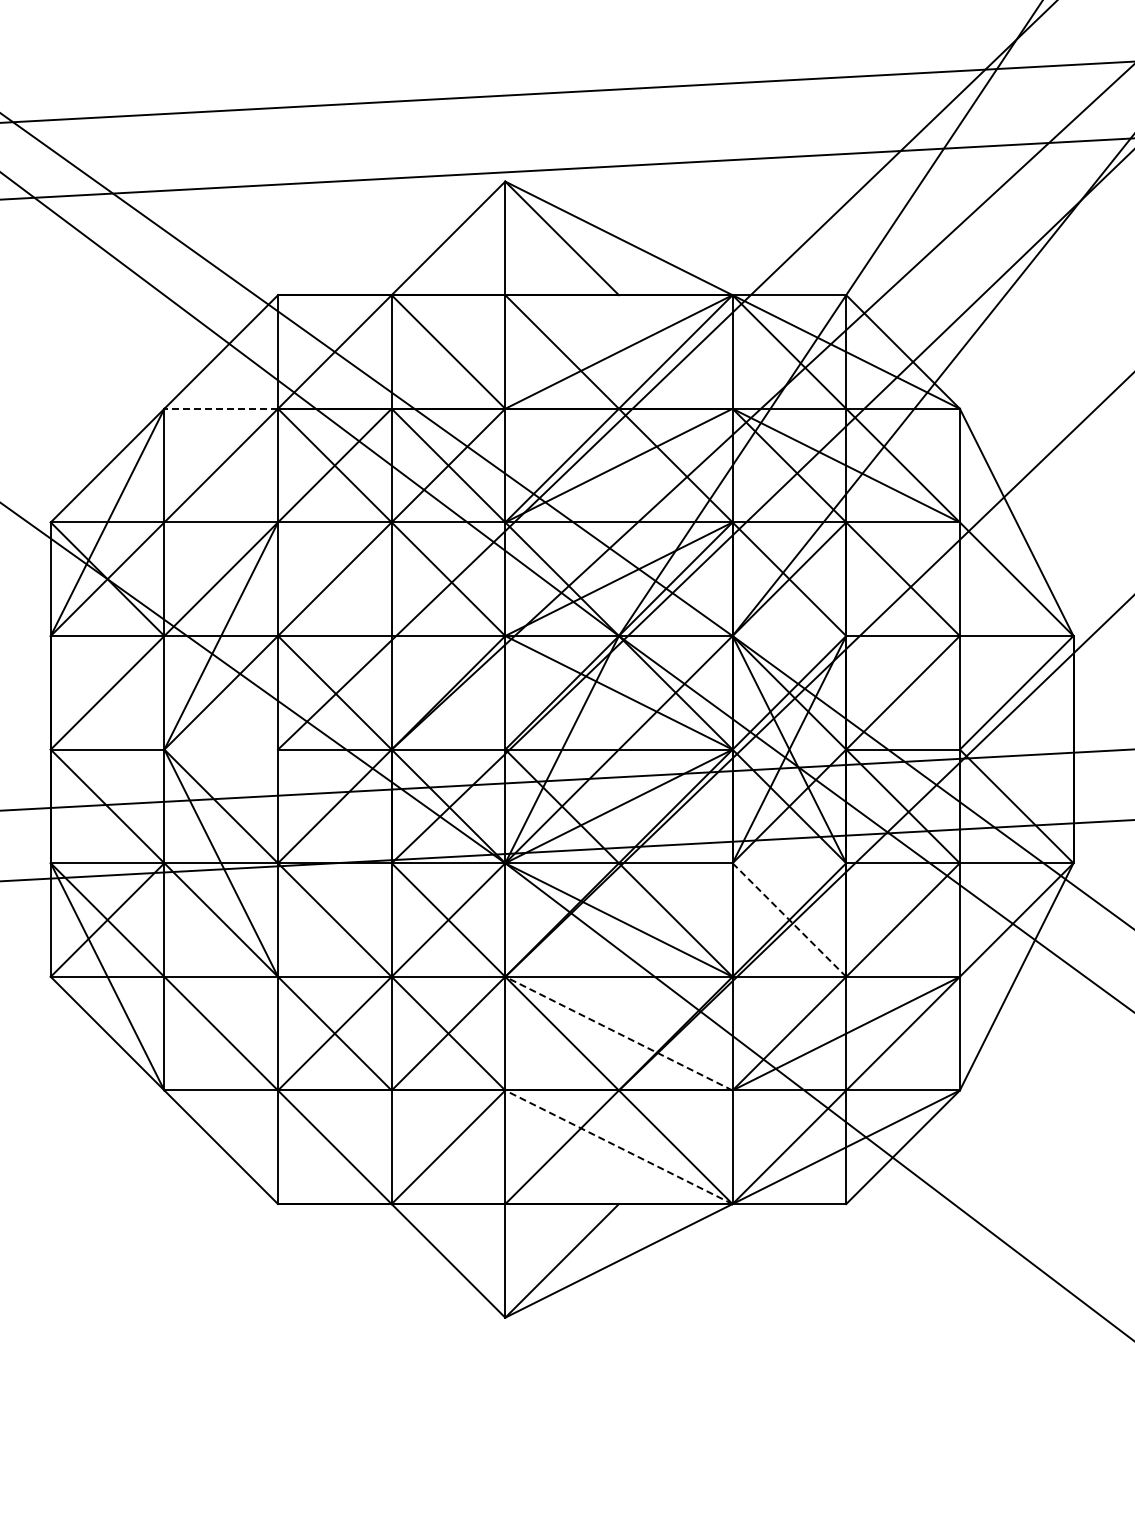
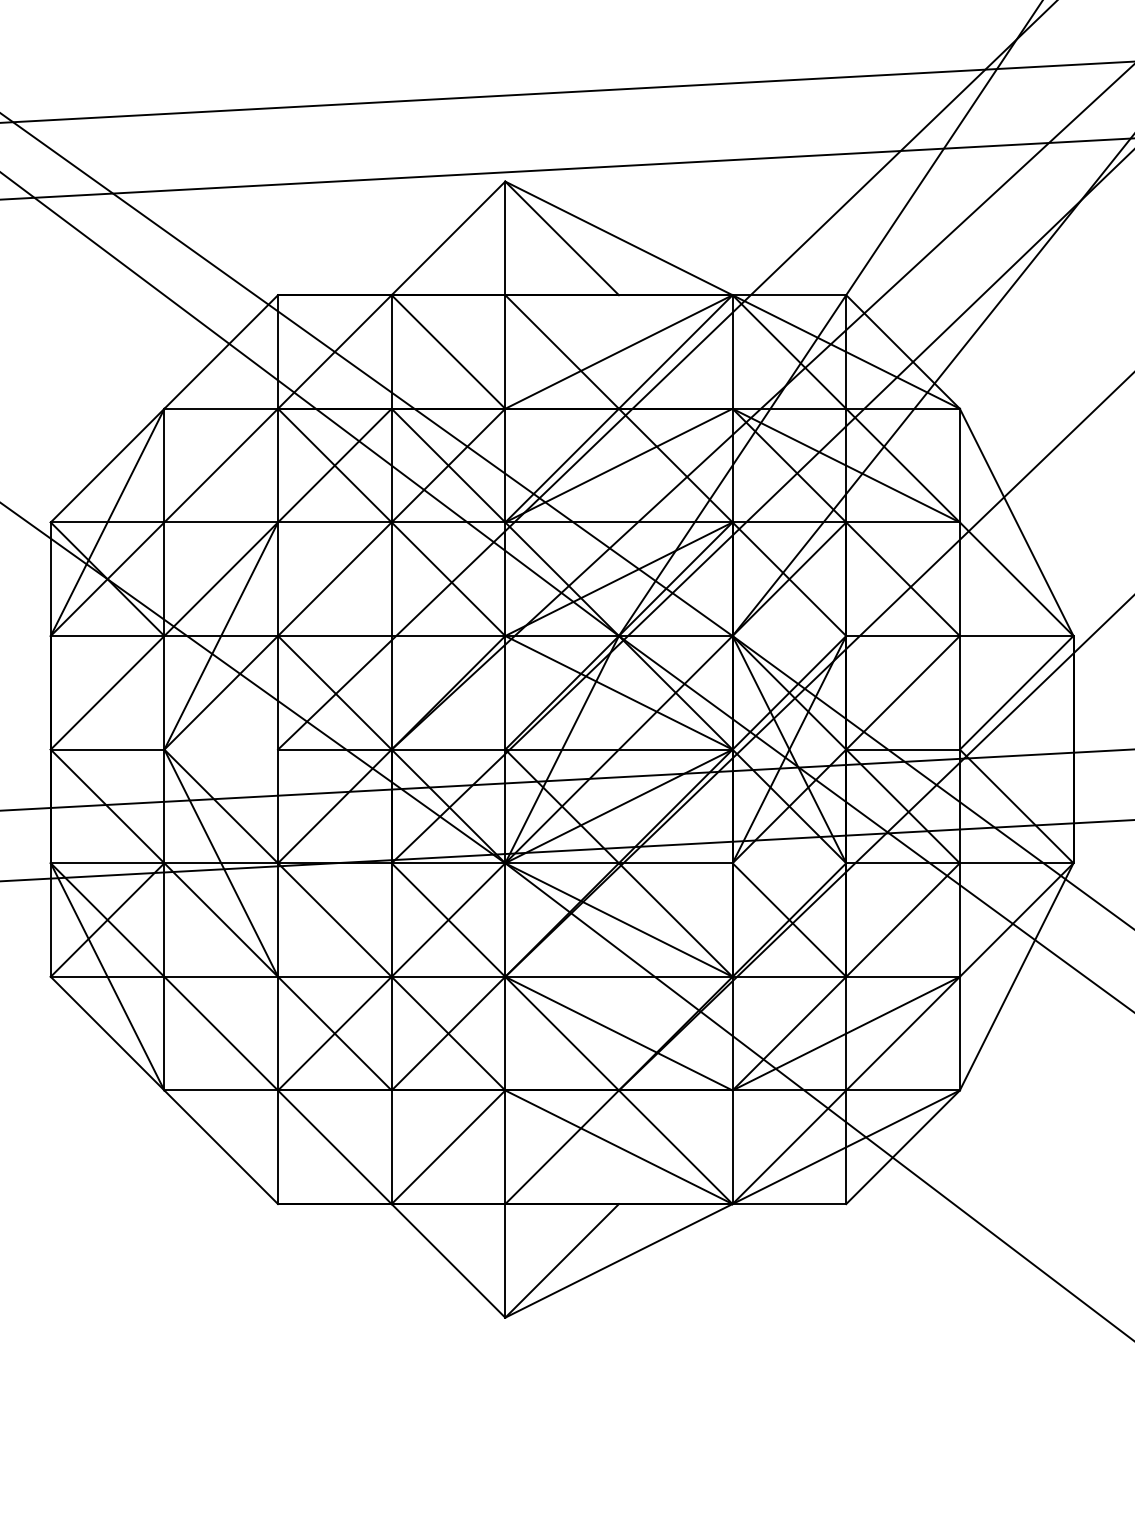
line at (221, 408): dashed -> solid
line at (789, 920): dashed -> solid
line at (618, 1033): dashed -> solid
line at (618, 1147): dashed -> solid
